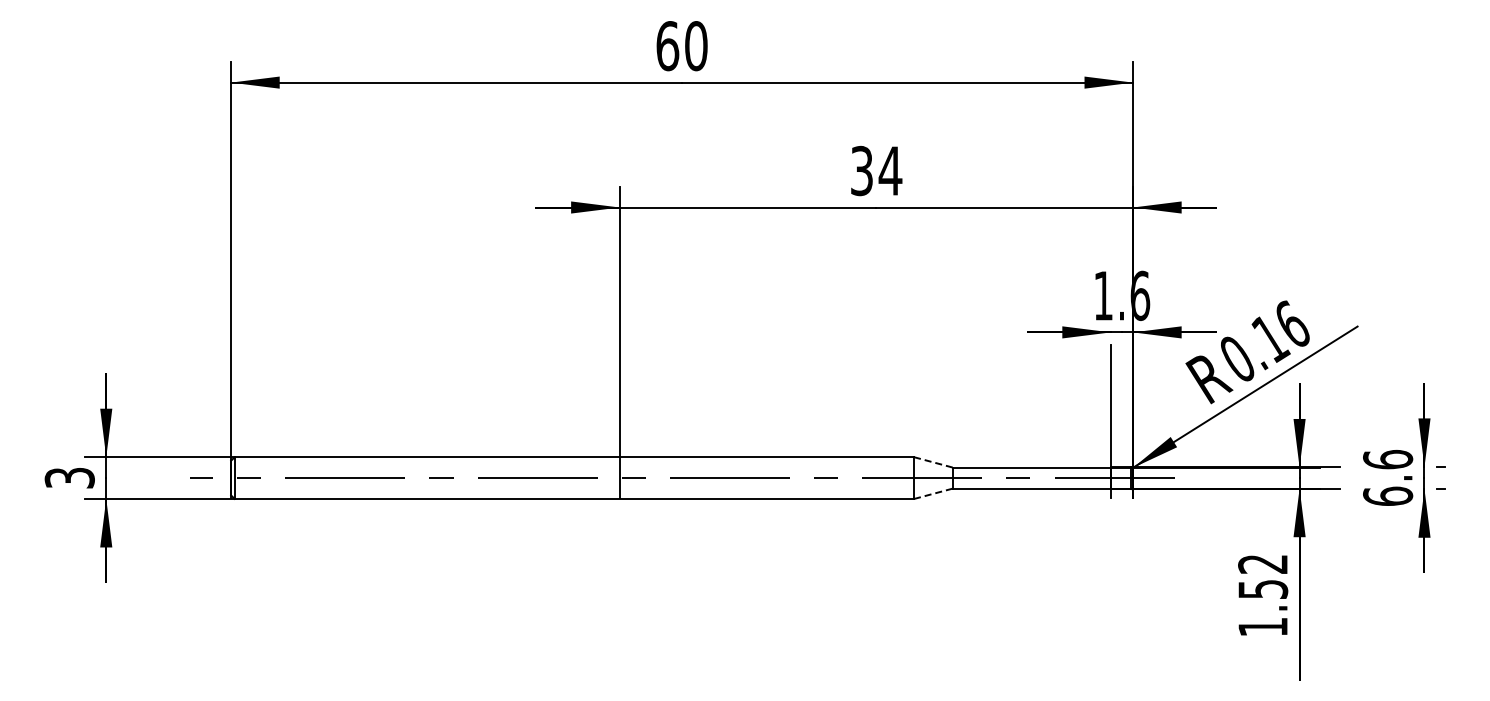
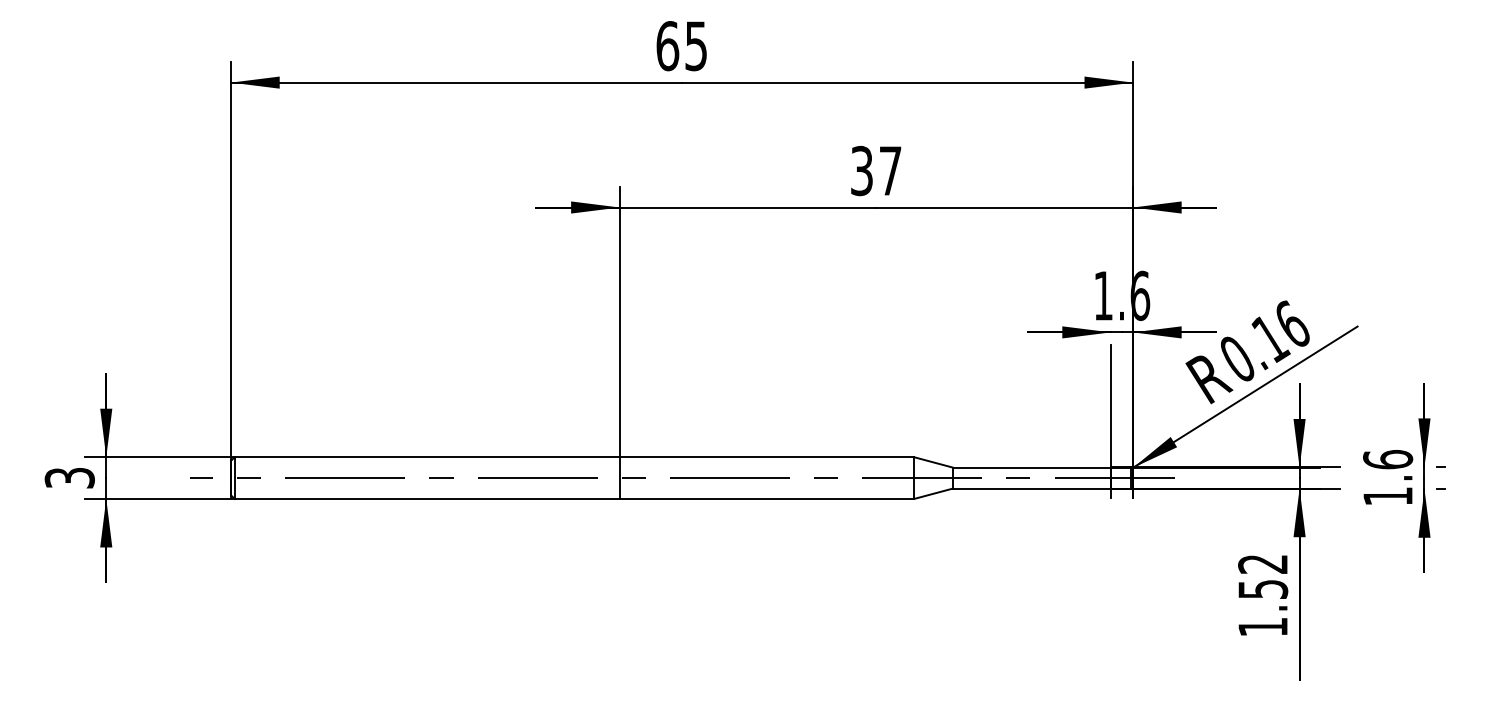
text at (696, 46): 60 -> 65
text at (890, 170): 34 -> 37
line at (933, 462): dashed -> solid
line at (933, 493): dashed -> solid
text at (1388, 495): 6.6 -> 1.6
